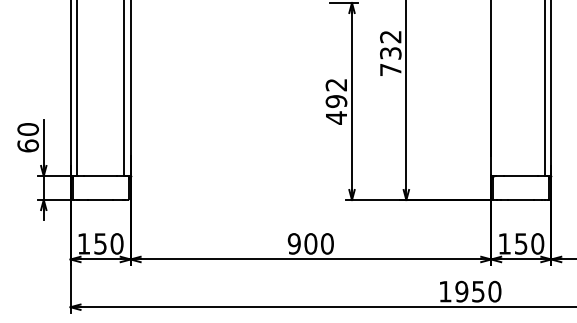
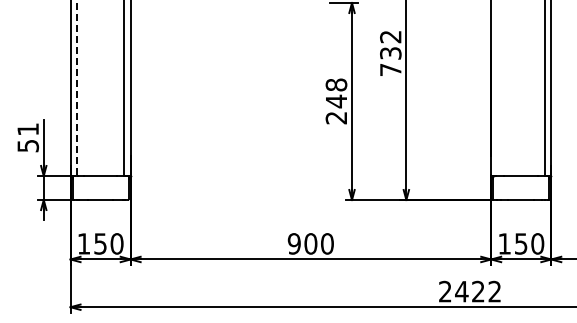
line at (77, 88): solid -> dashed
text at (336, 101): 492 -> 248
text at (28, 137): 60 -> 51
text at (470, 291): 1950 -> 2422
